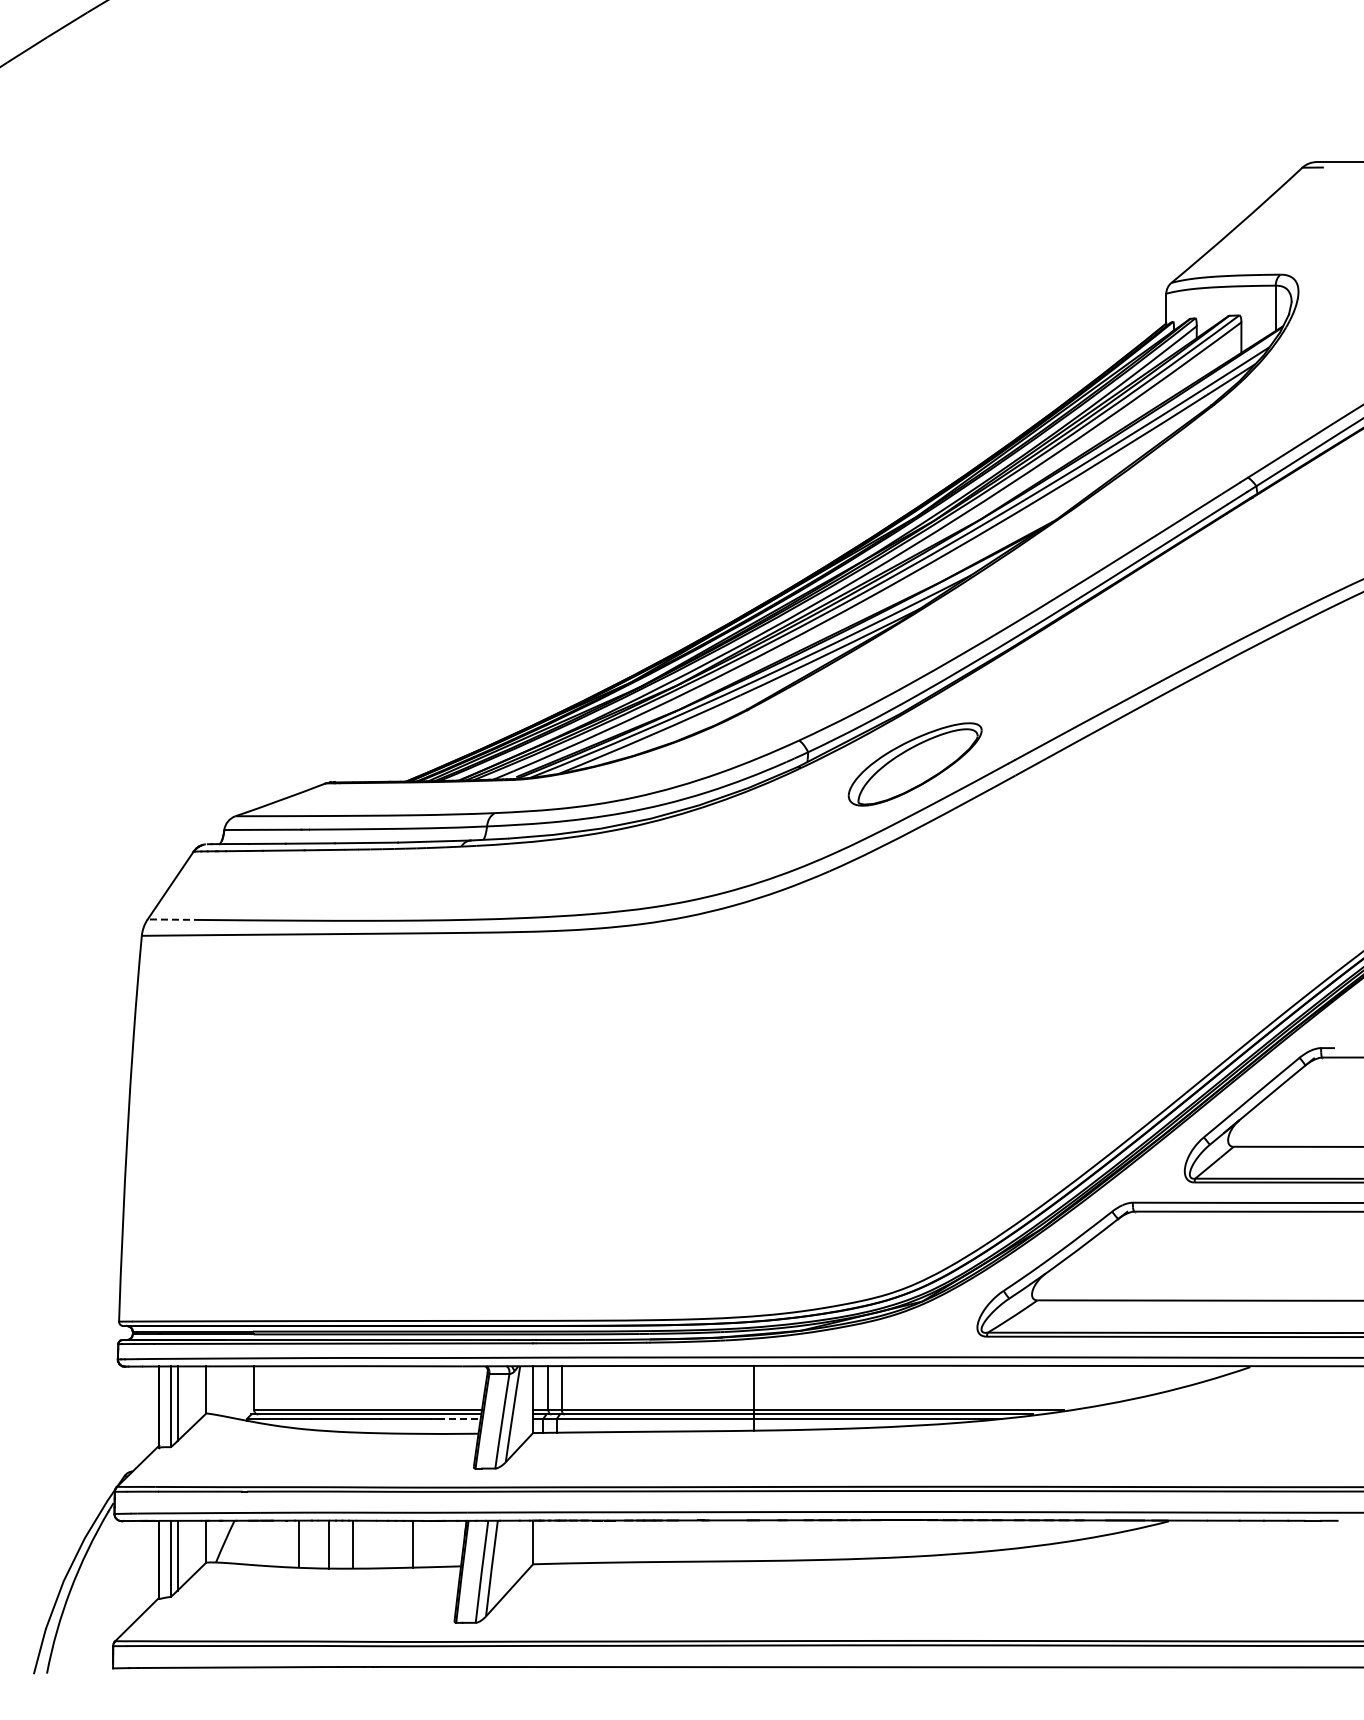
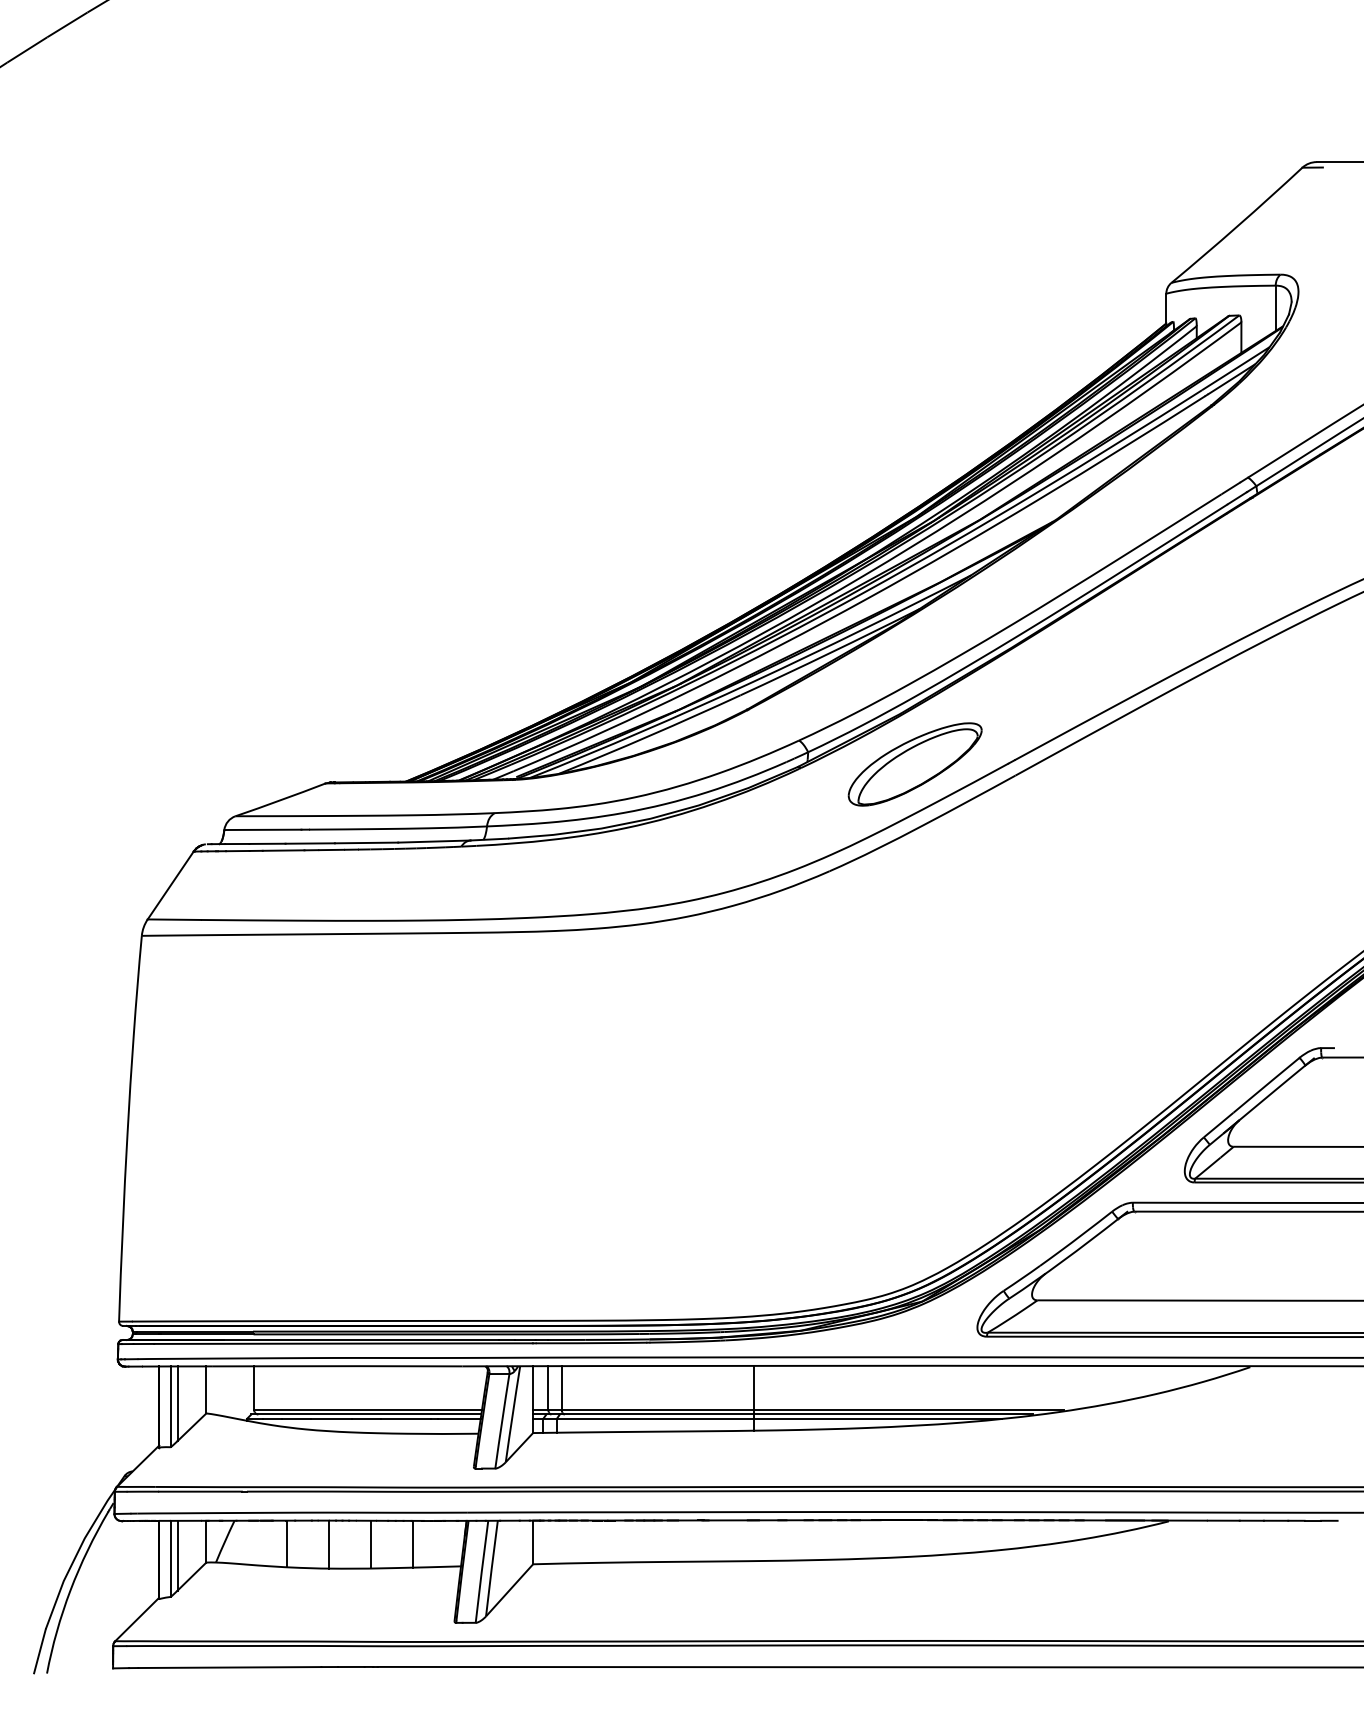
line at (174, 919): dashed -> solid
line at (459, 1418): dashed -> solid
line at (298, 1543) position: (298, 1543) -> (286, 1543)
line at (352, 1544) position: (352, 1544) -> (370, 1544)
